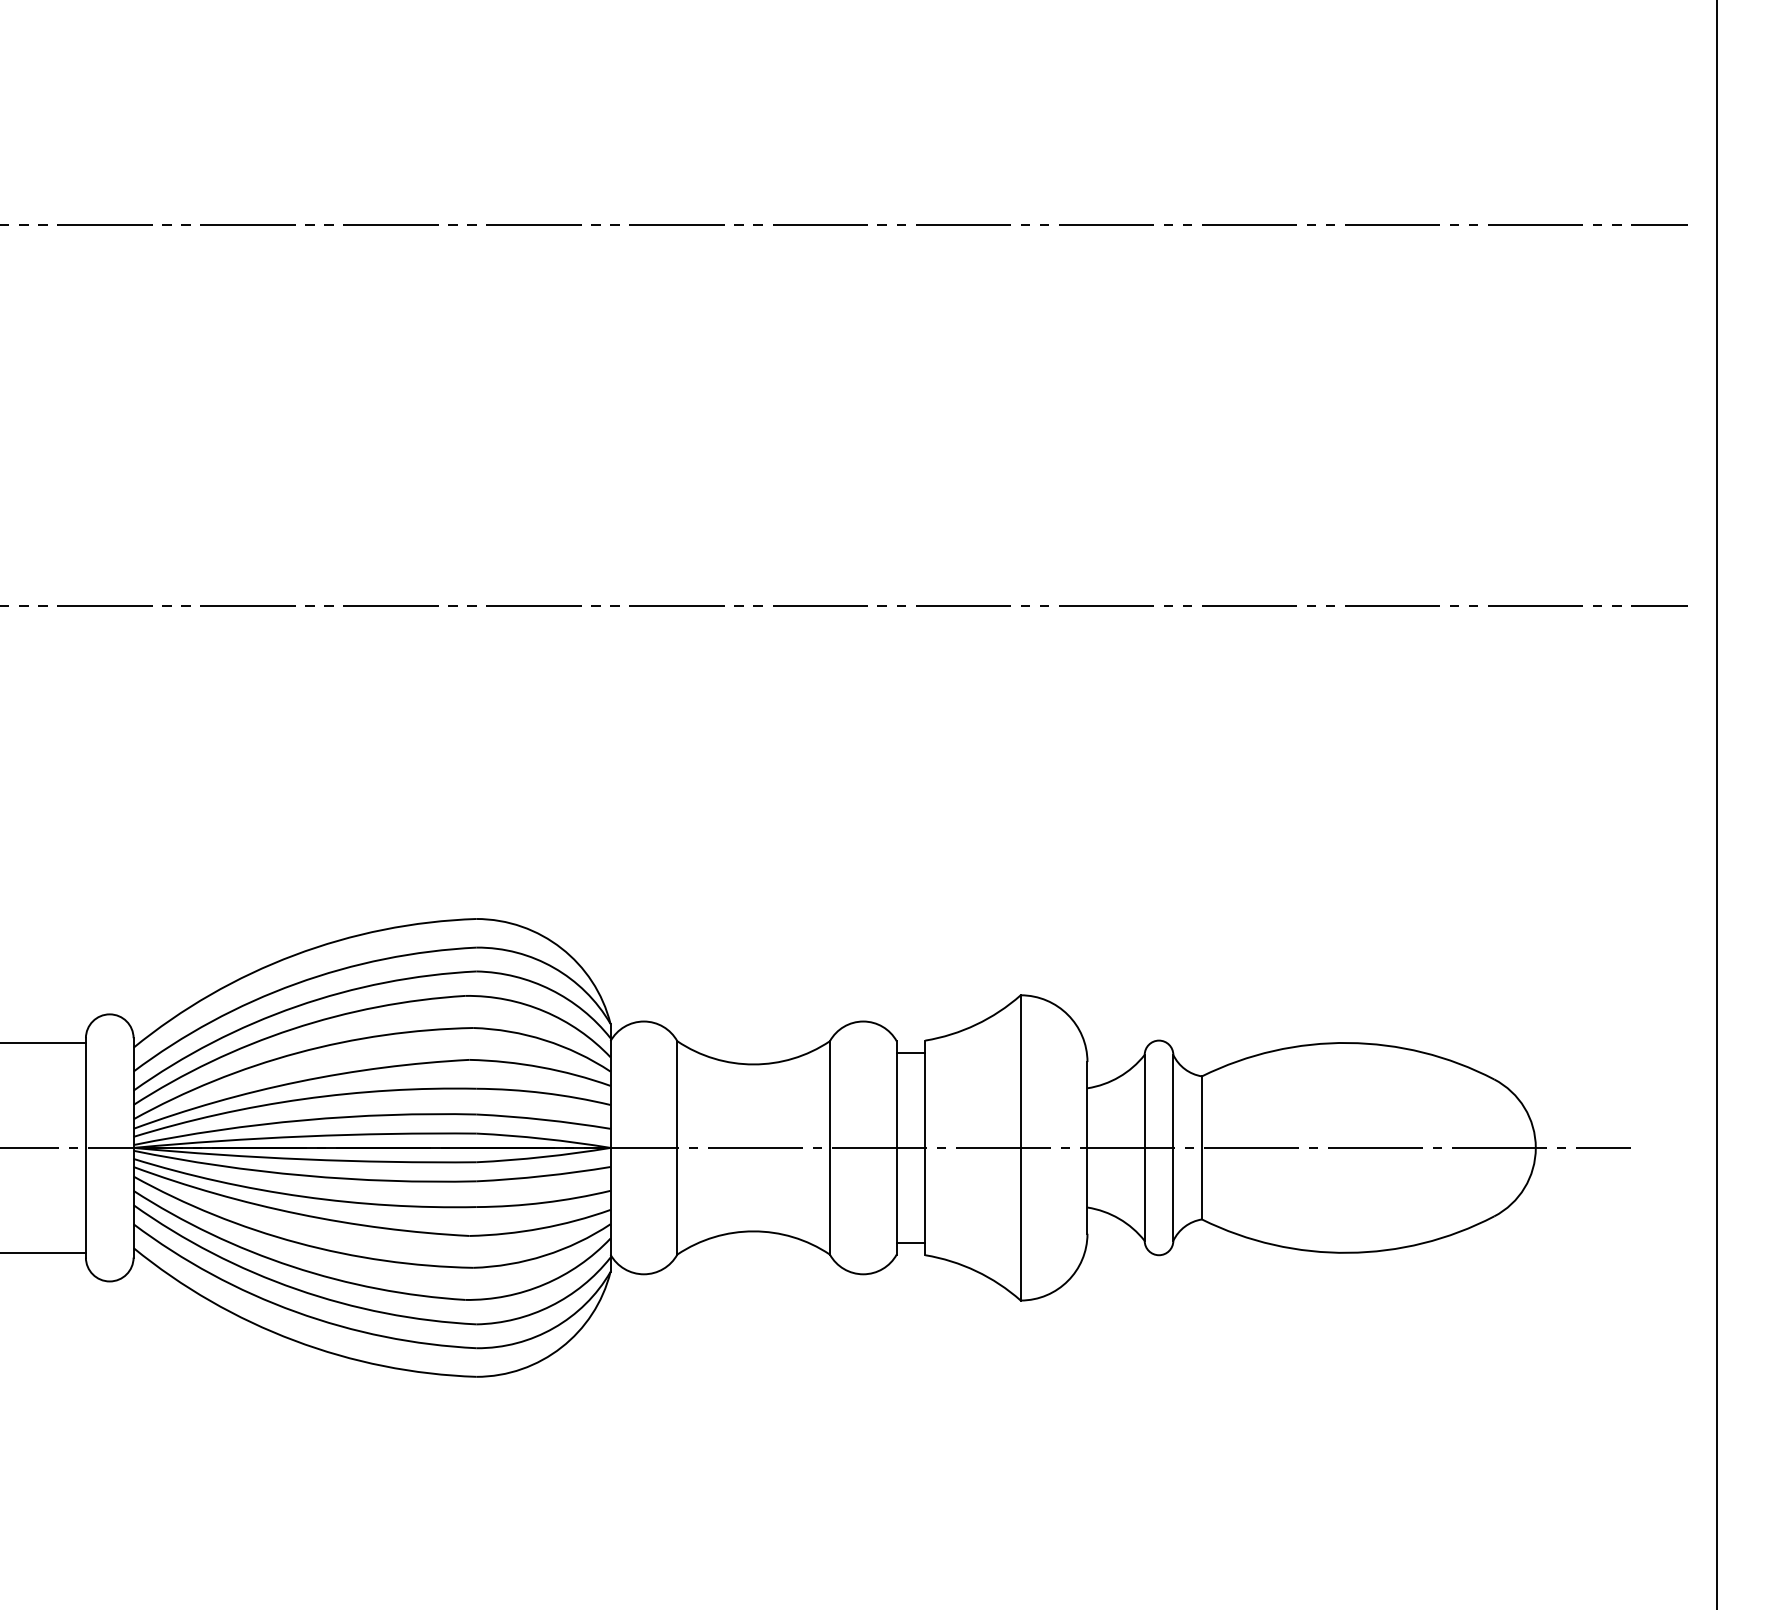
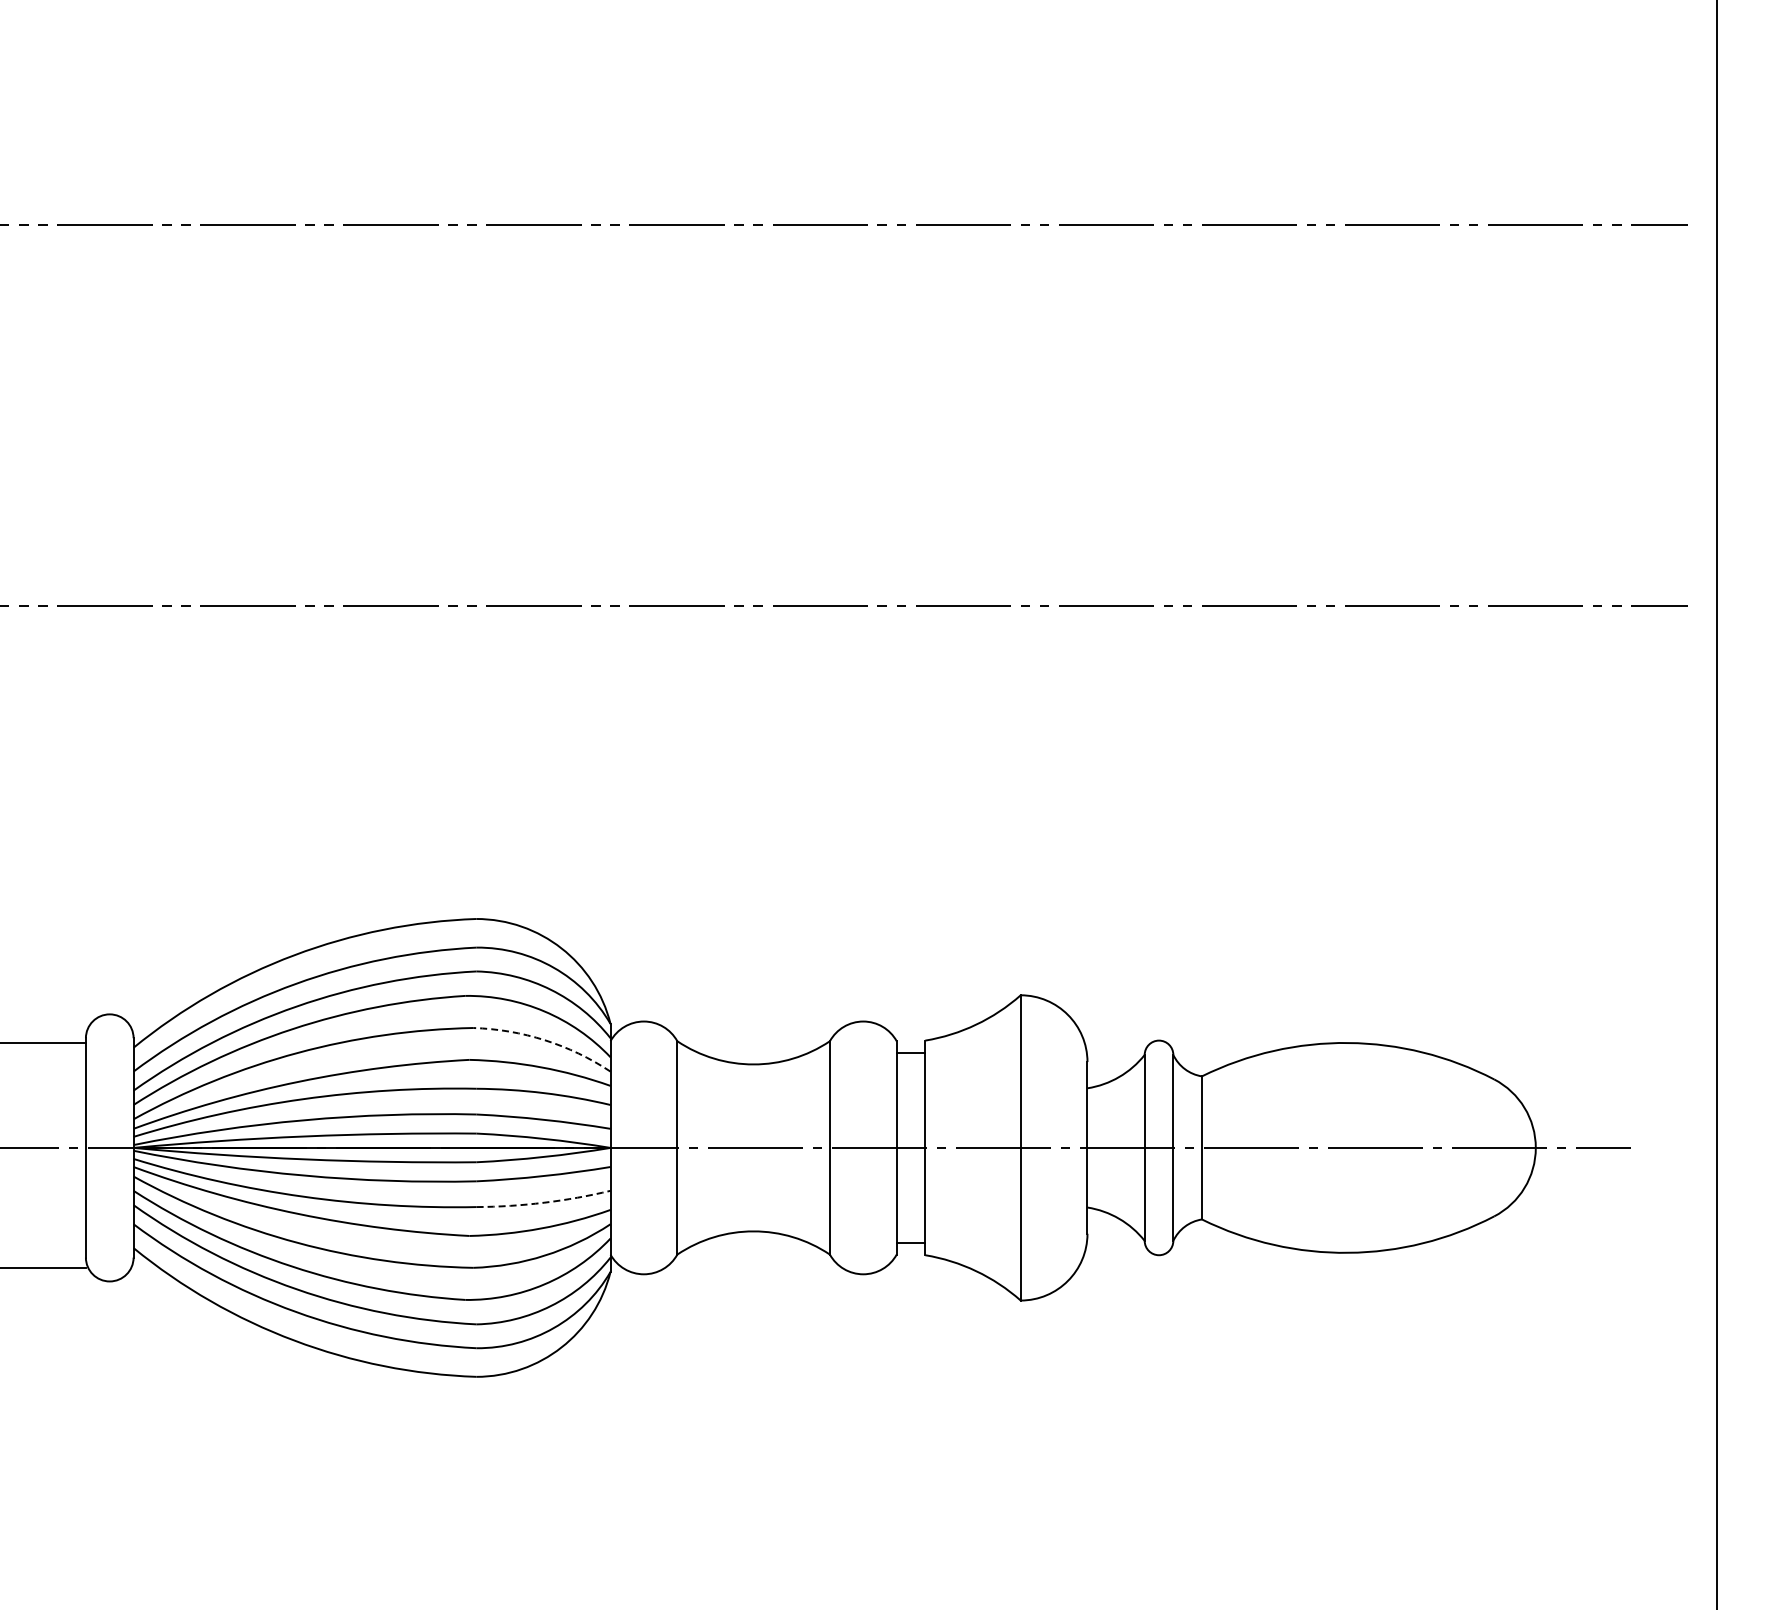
arc at (544, 1040): solid -> dashed
arc at (544, 1202): solid -> dashed
line at (43, 1252) position: (43, 1252) -> (43, 1267)
